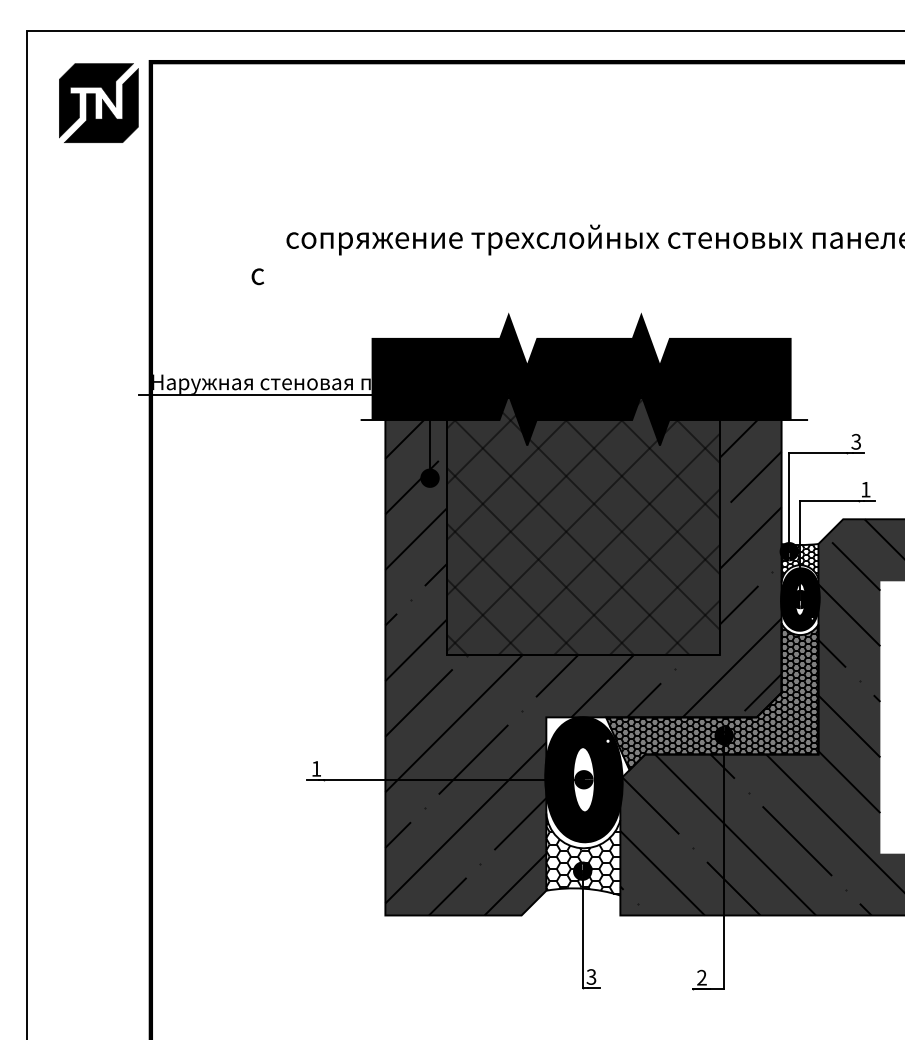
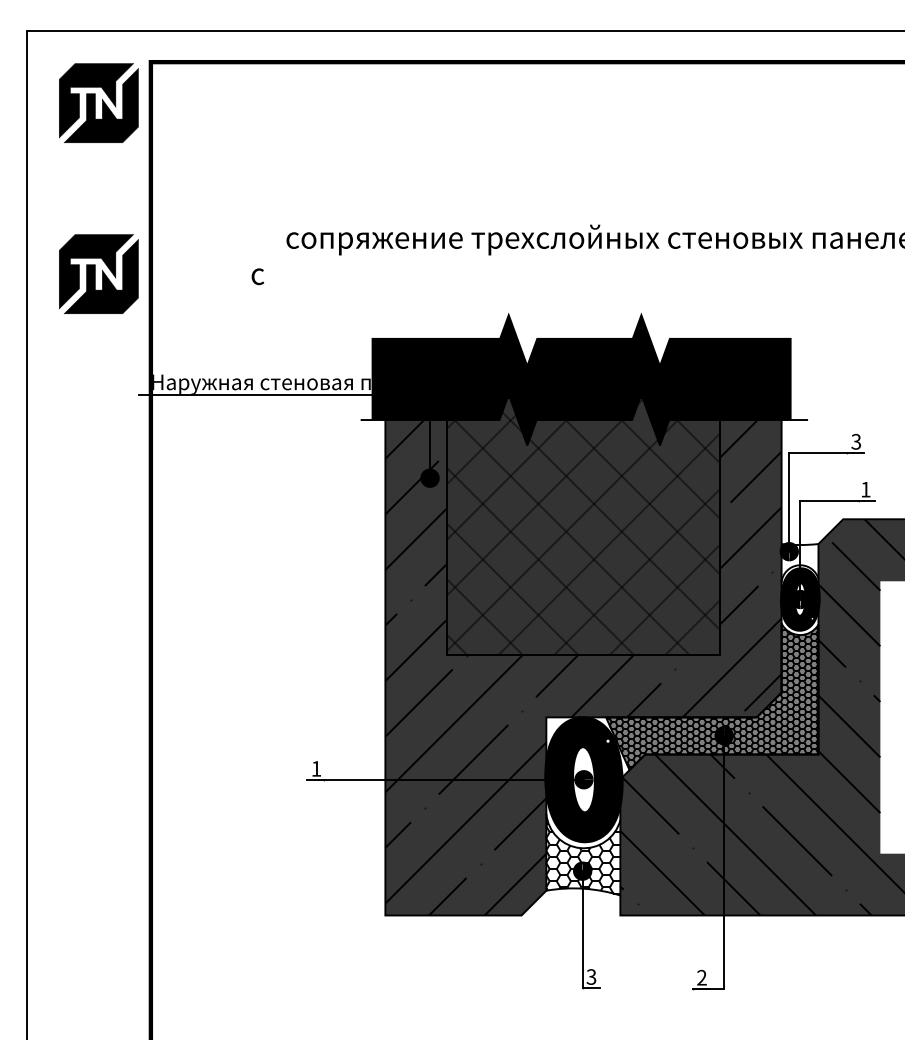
part at (98, 273): none -> present
hatch at (799, 563): present -> none
